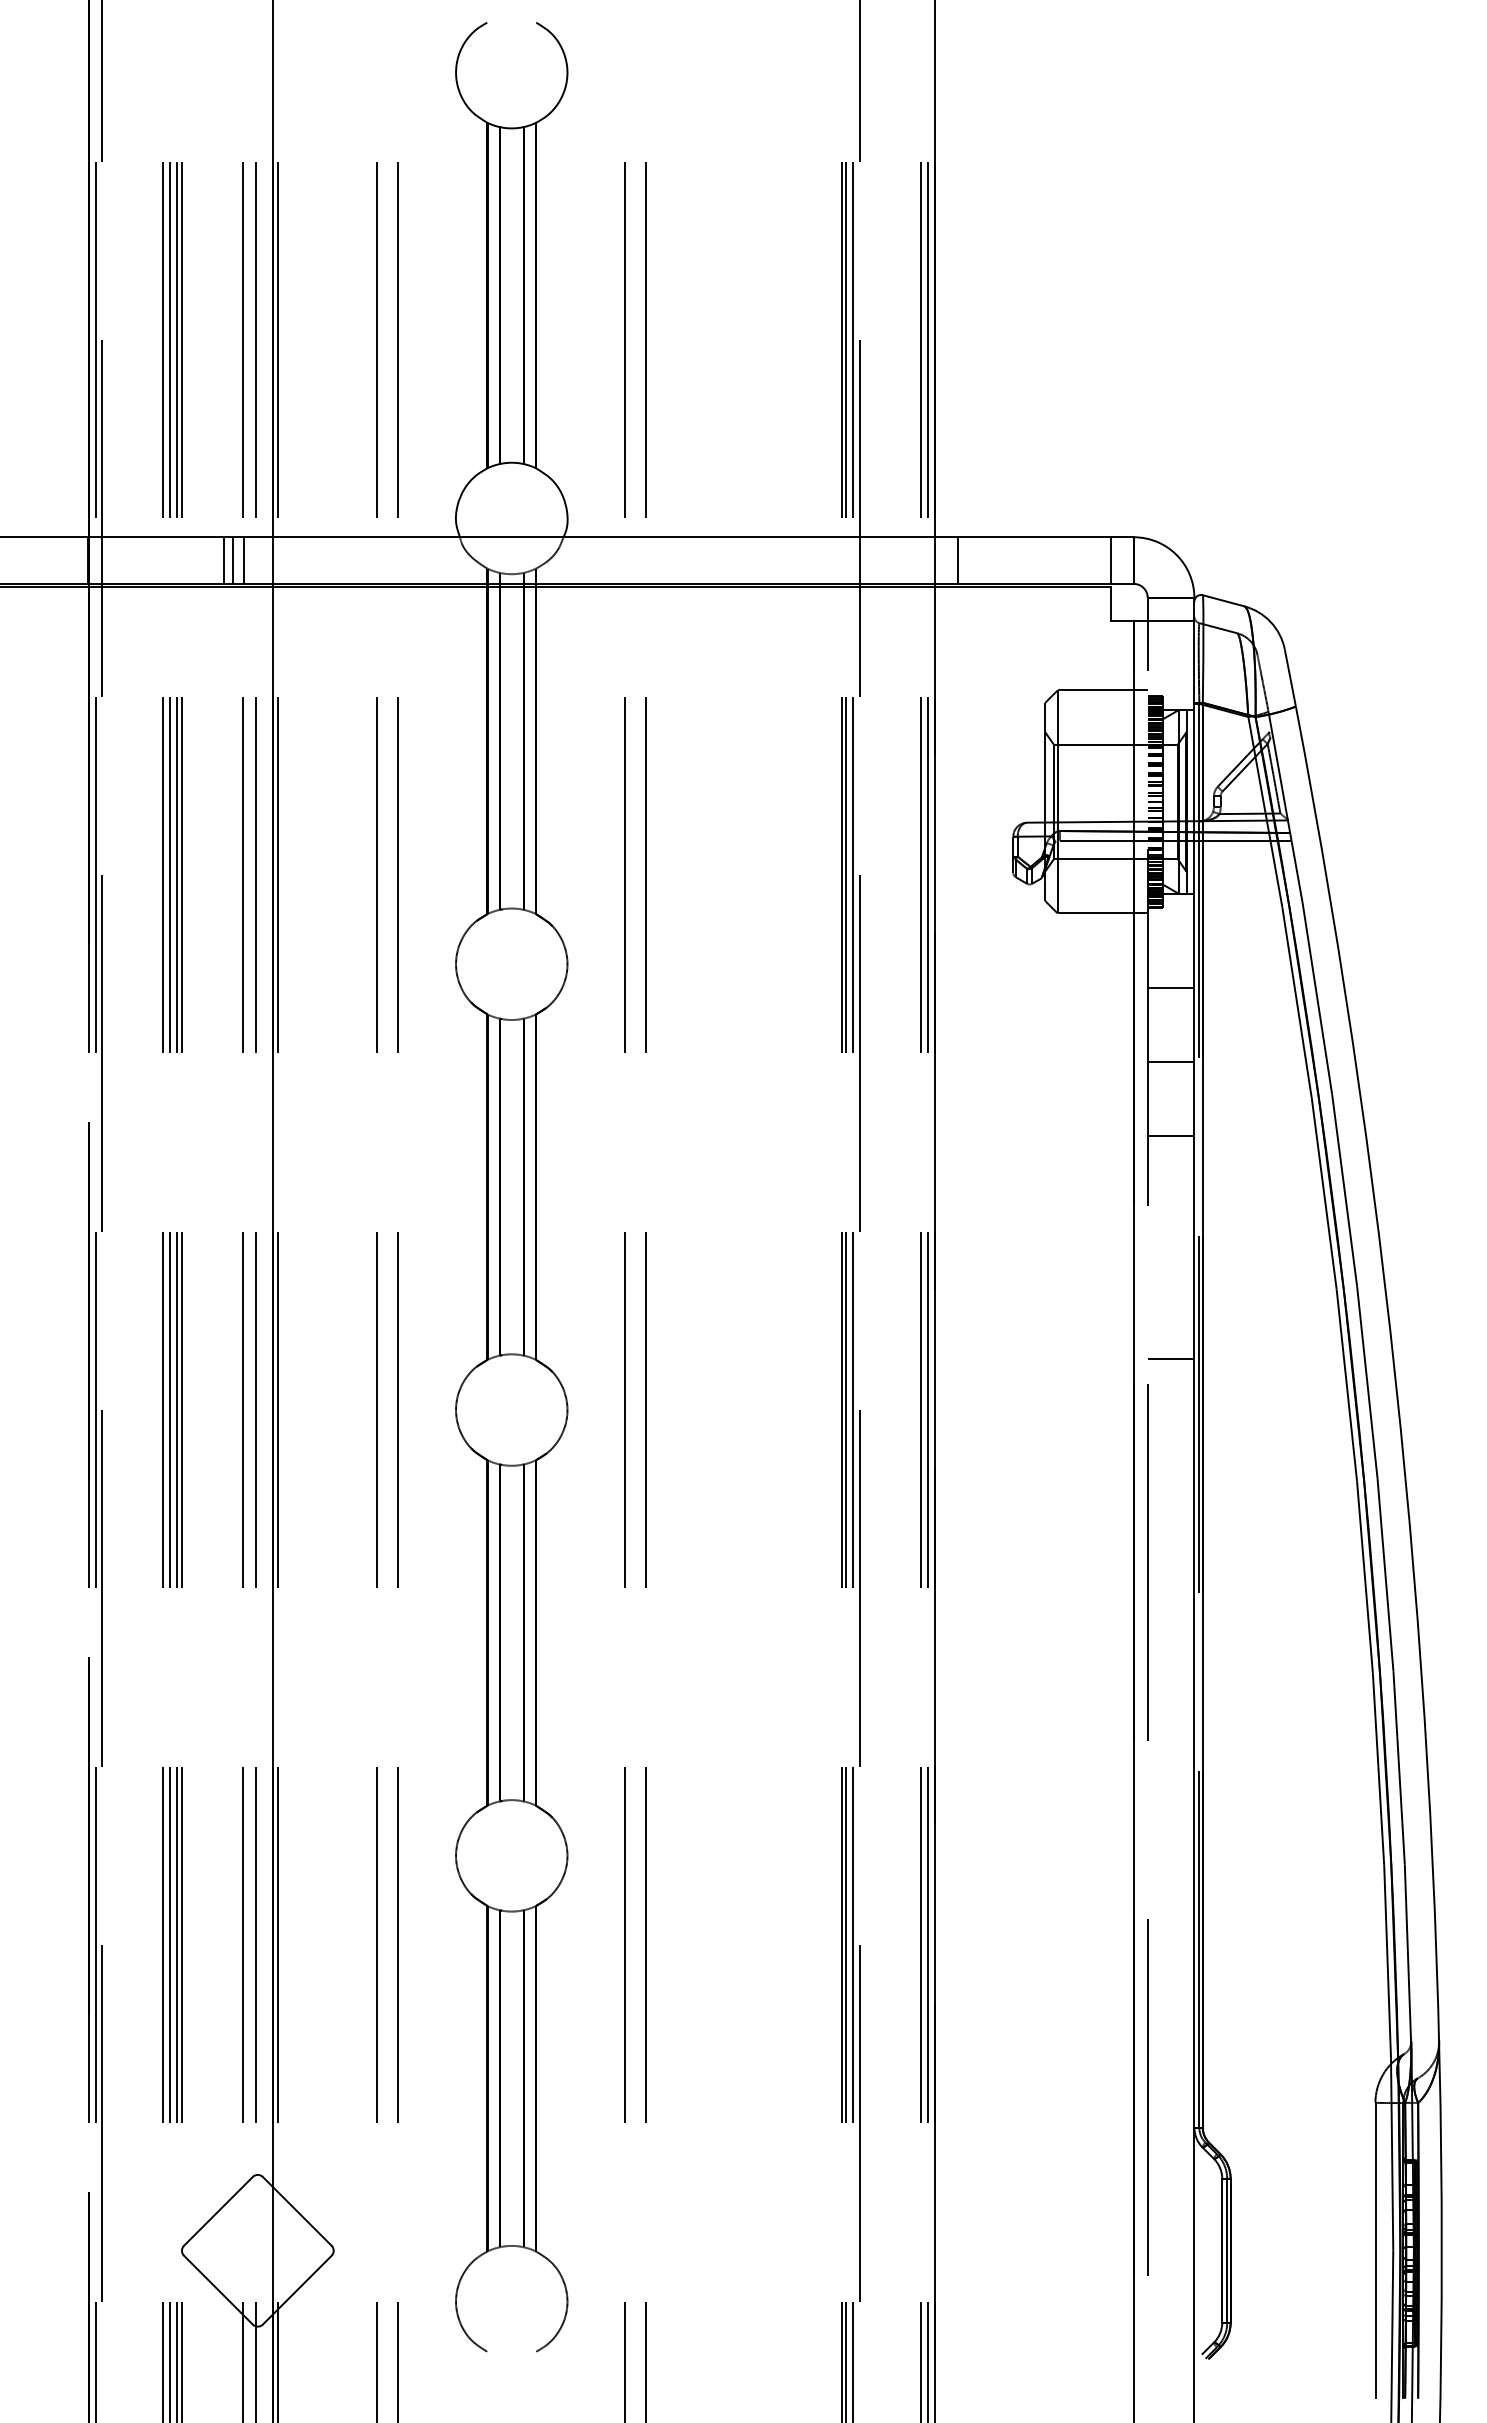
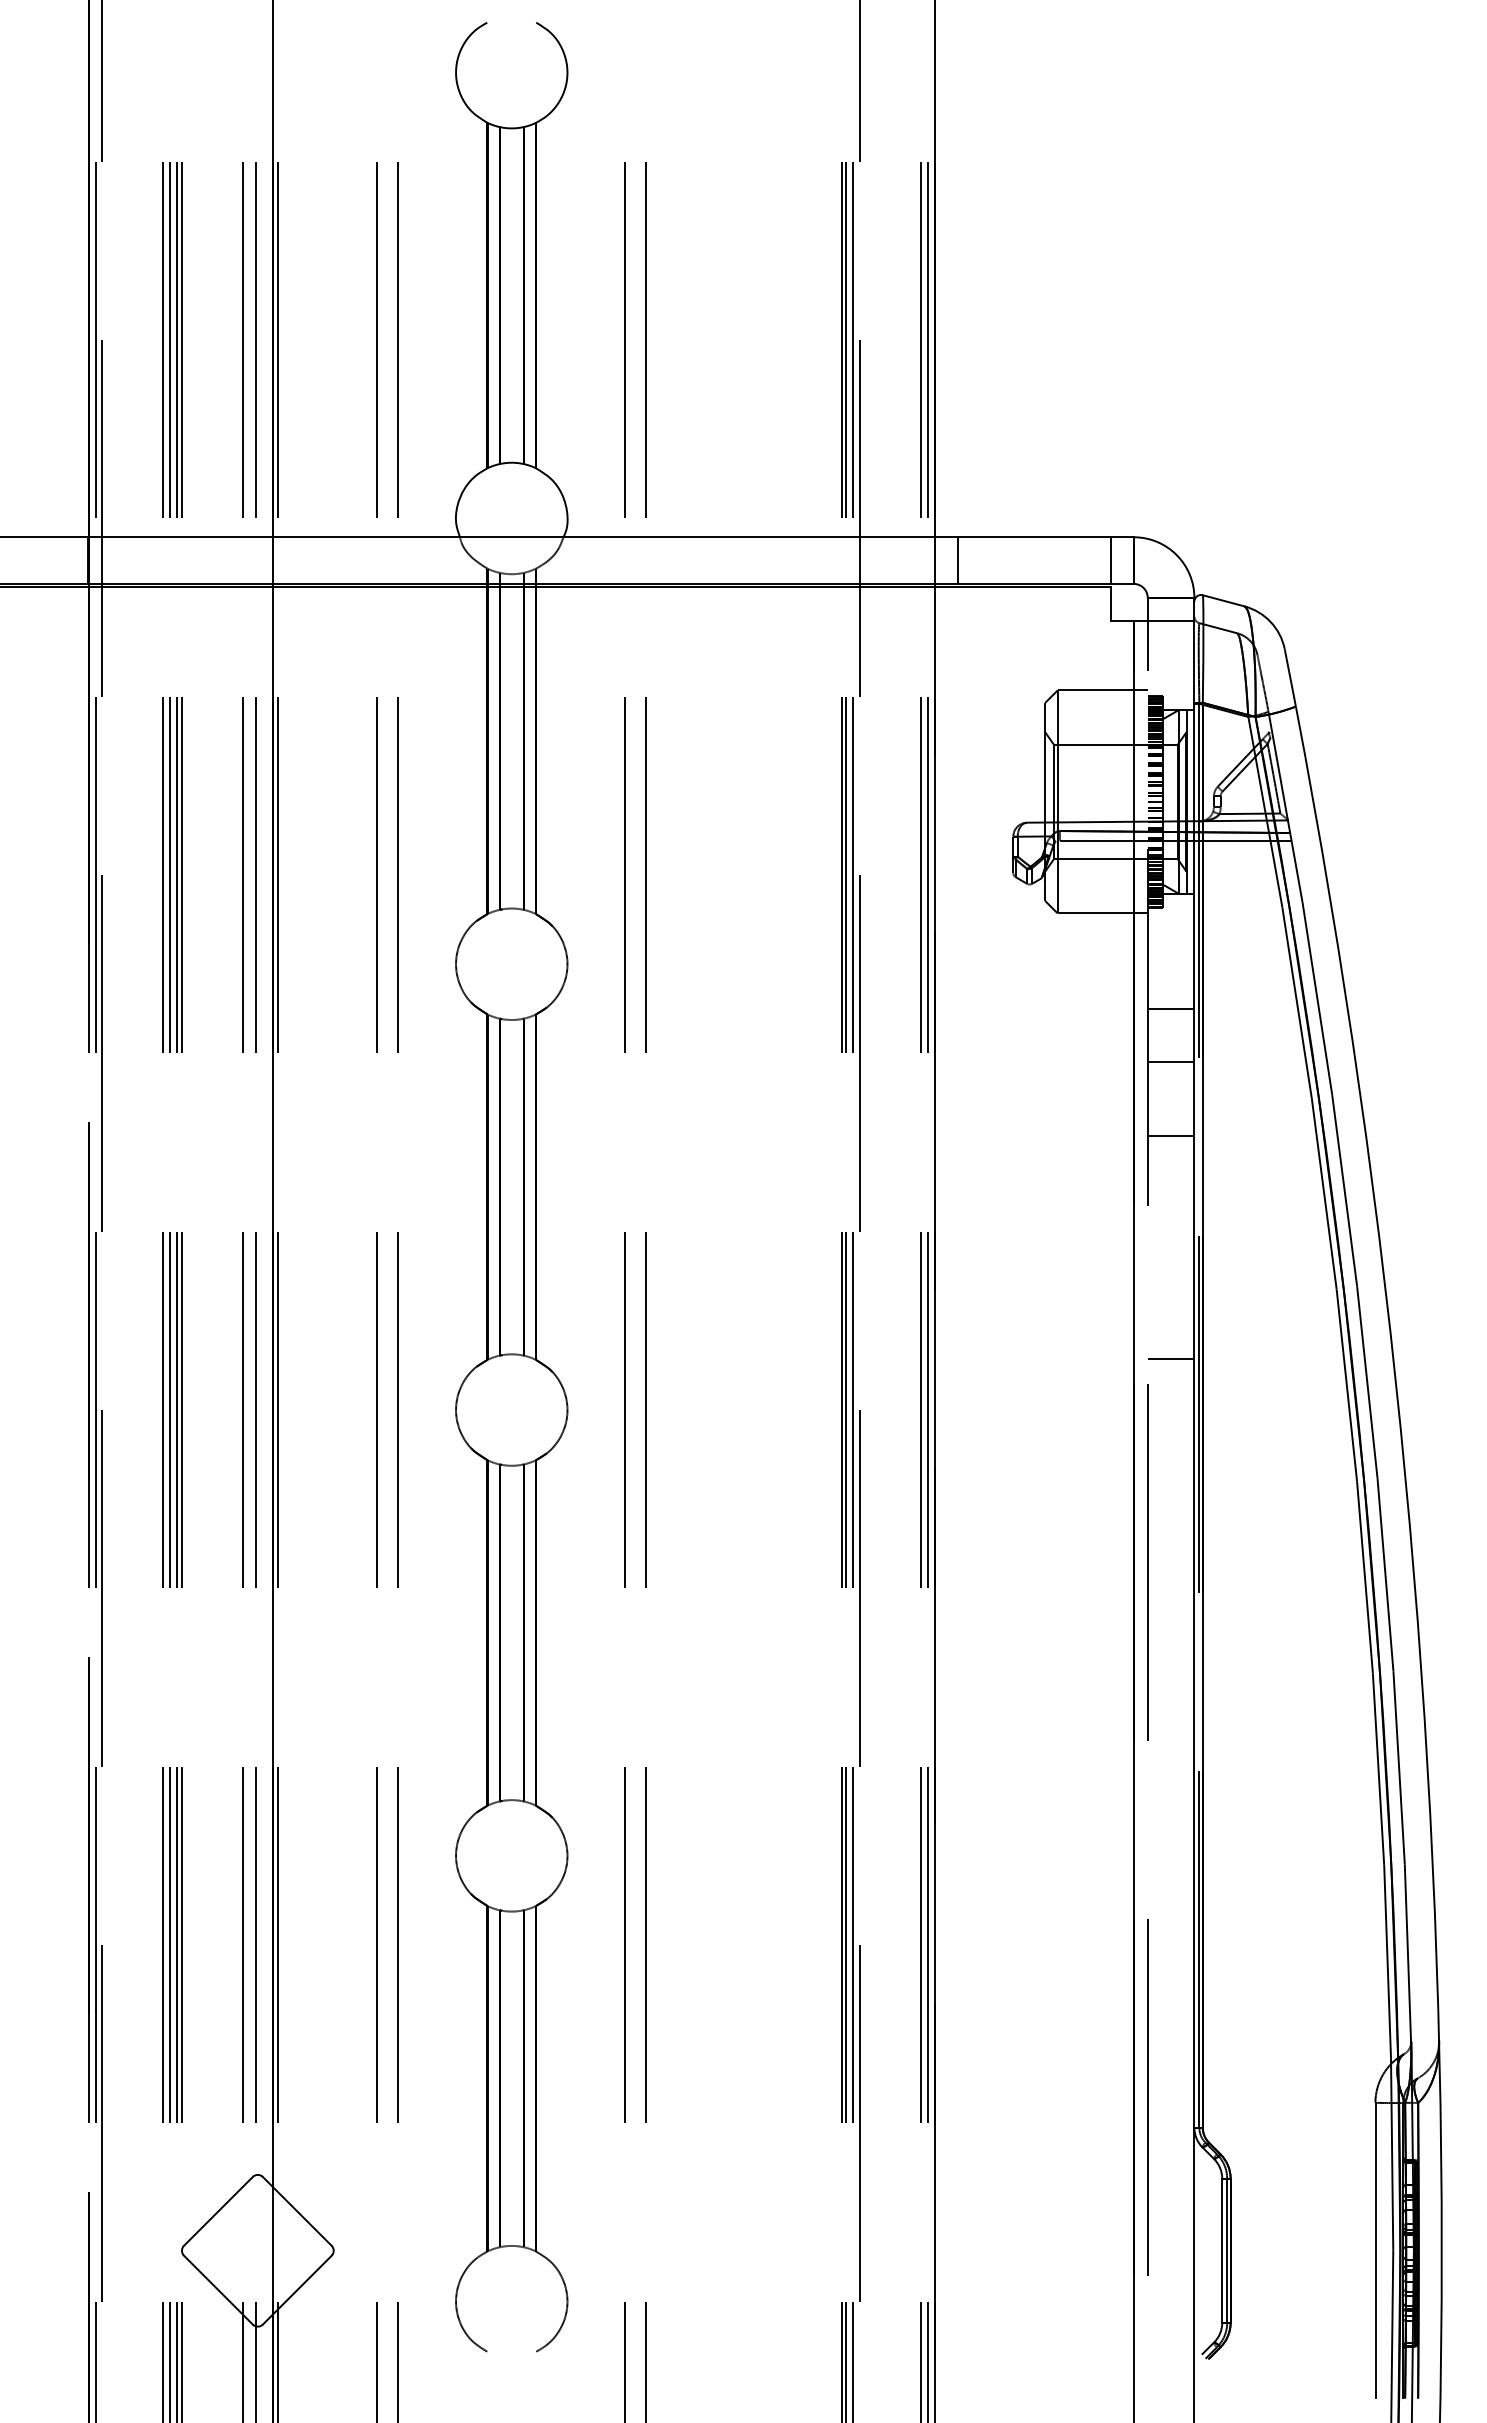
line at (224, 560): present -> none
line at (233, 560): present -> none
line at (244, 560): present -> none
line at (1170, 988) position: (1170, 988) -> (1170, 1009)
